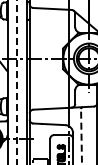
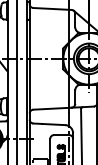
line at (17, 82): dashed -> solid
line at (81, 136): dashed -> solid
